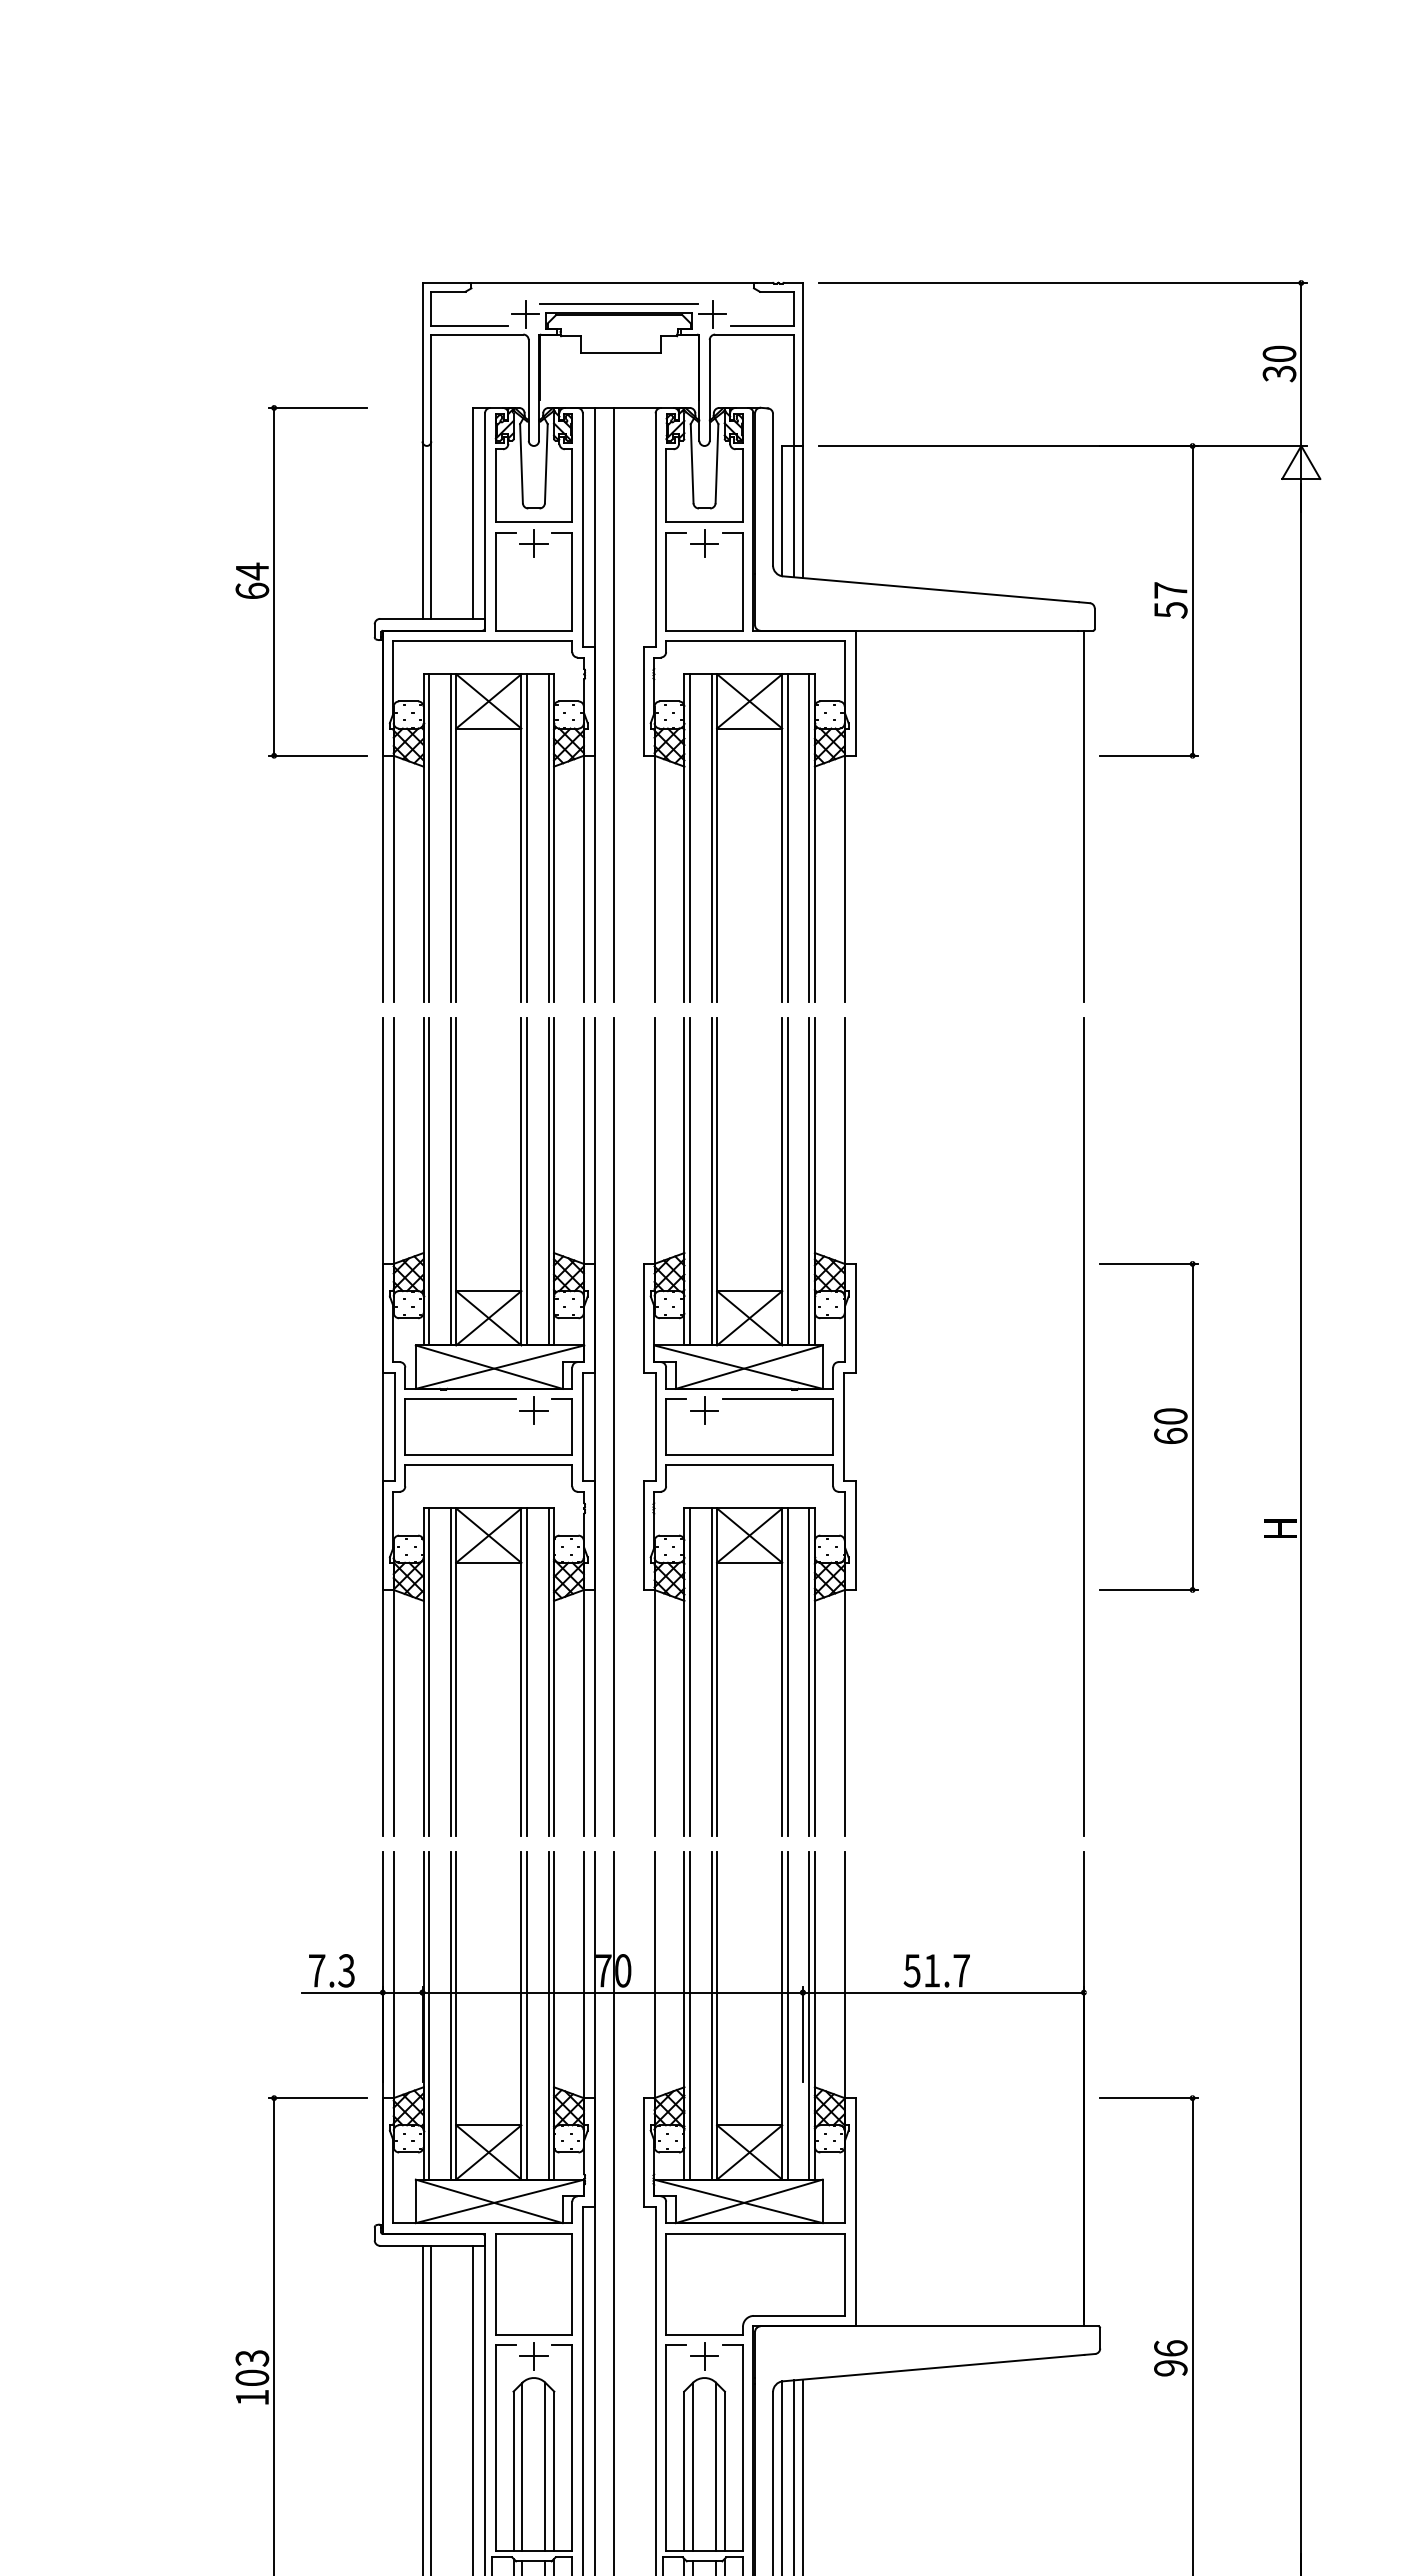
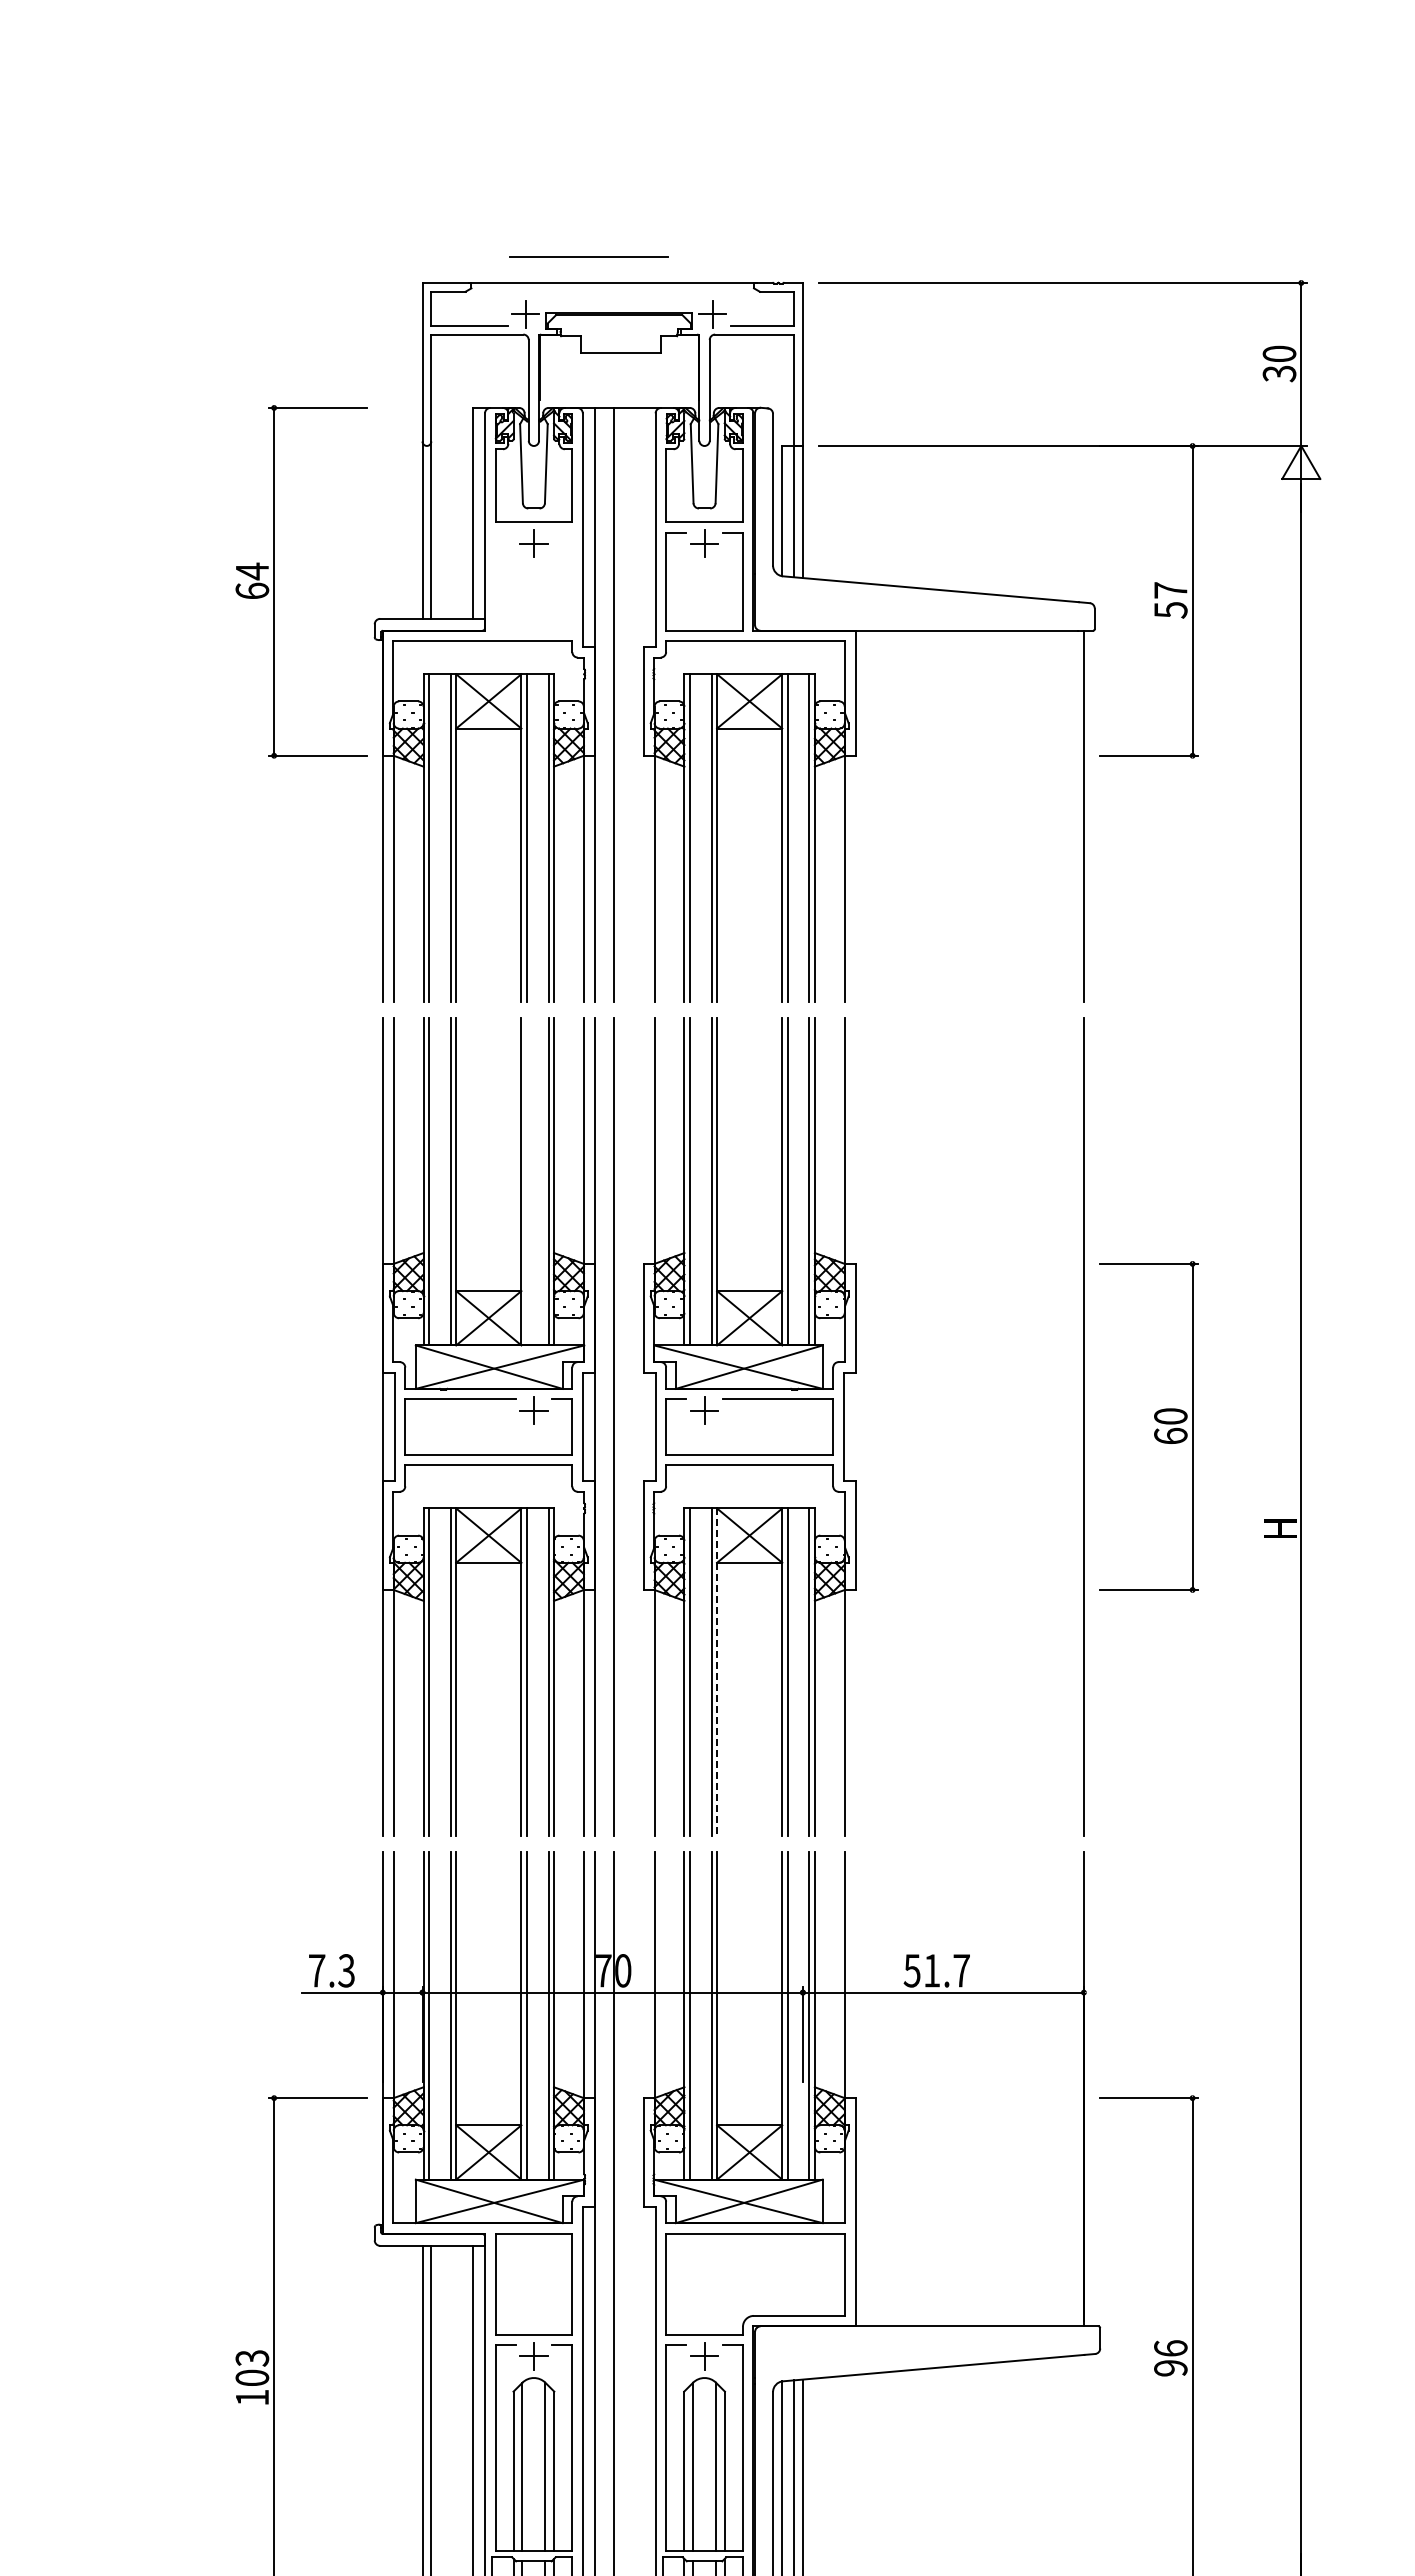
line at (618, 303) position: (618, 303) -> (588, 256)
part at (496, 581): present -> none
line at (526, 1181): present -> none
line at (717, 1672): solid -> dashed
